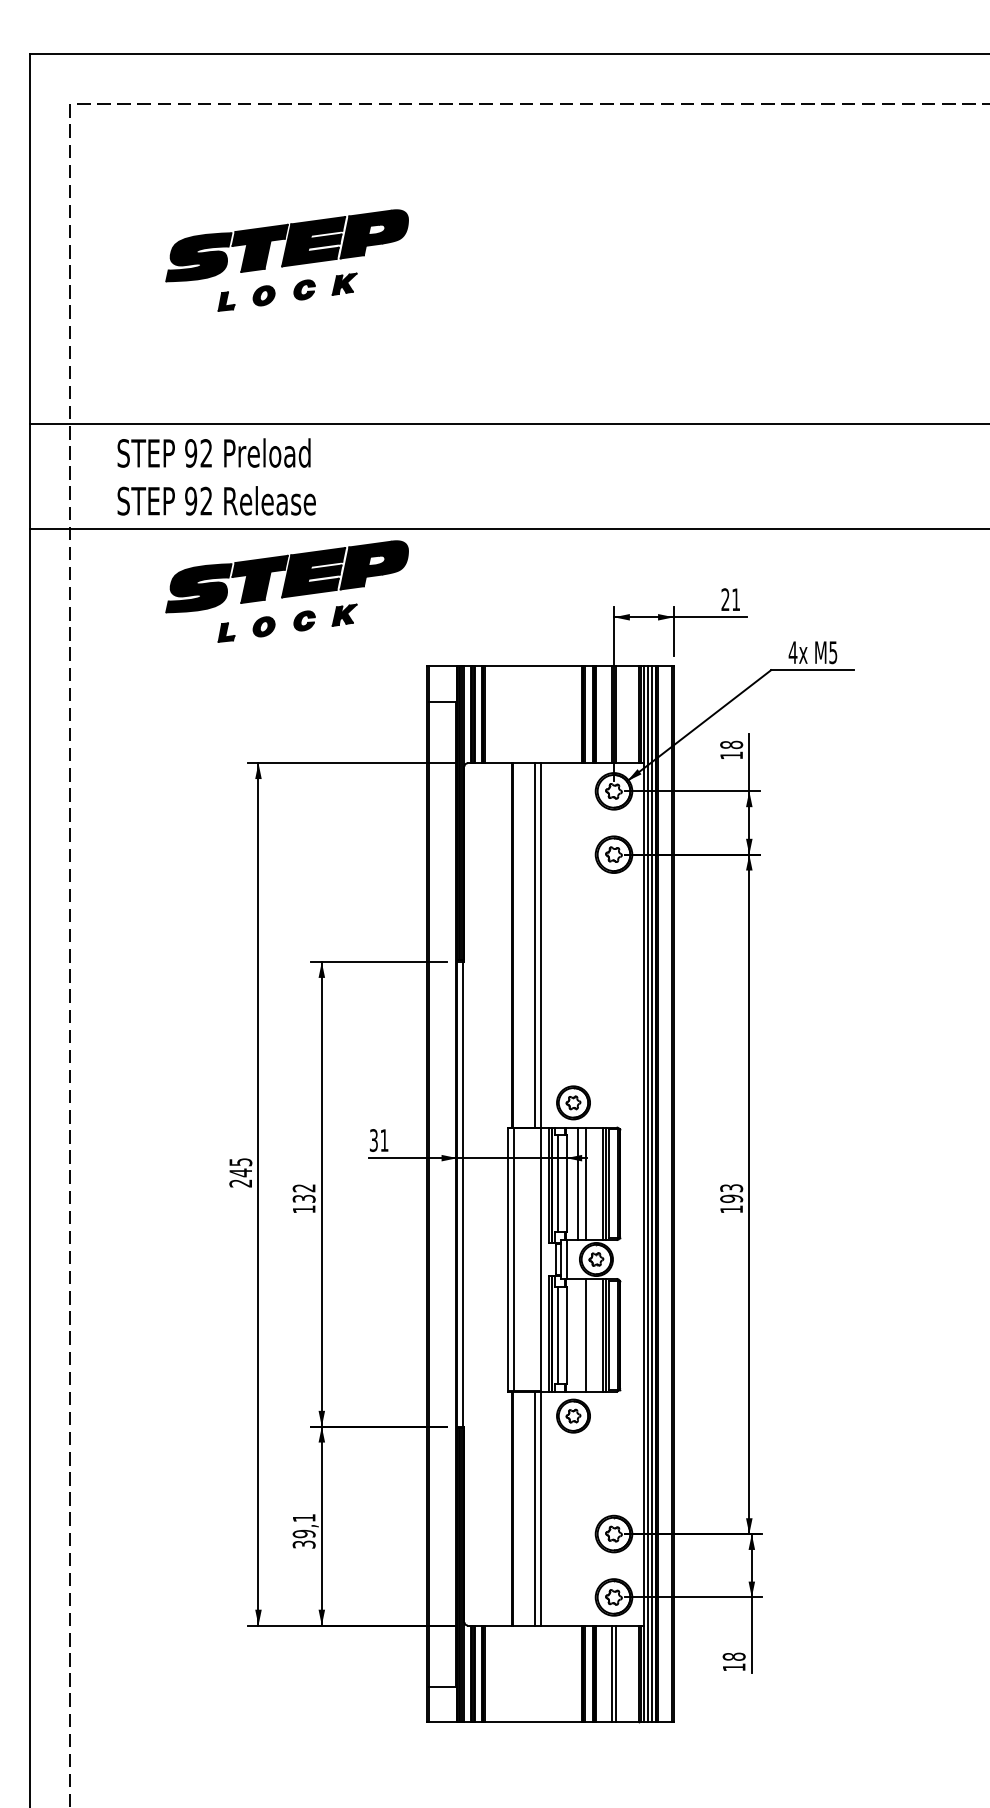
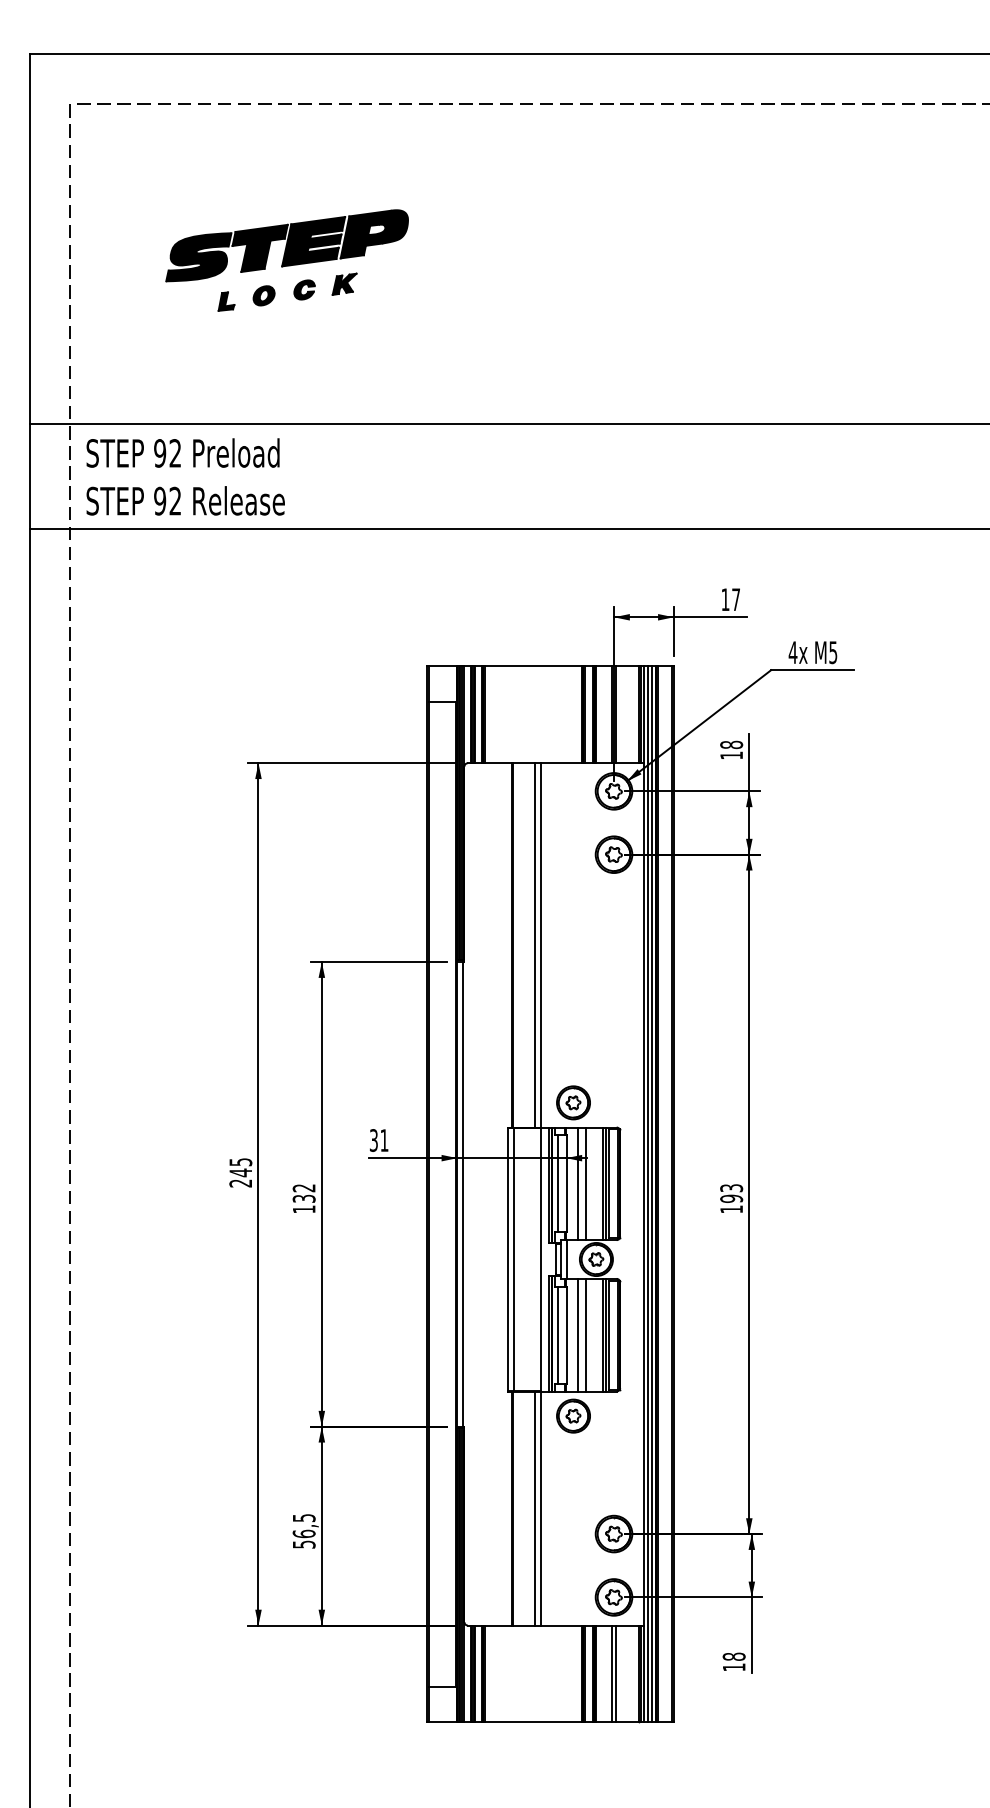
text at (216, 476) position: (216, 476) -> (185, 476)
part at (286, 591): present -> none
text at (730, 599): 21 -> 17
line at (578, 1334): none -> present
text at (303, 1531): 39,1 -> 56,5
